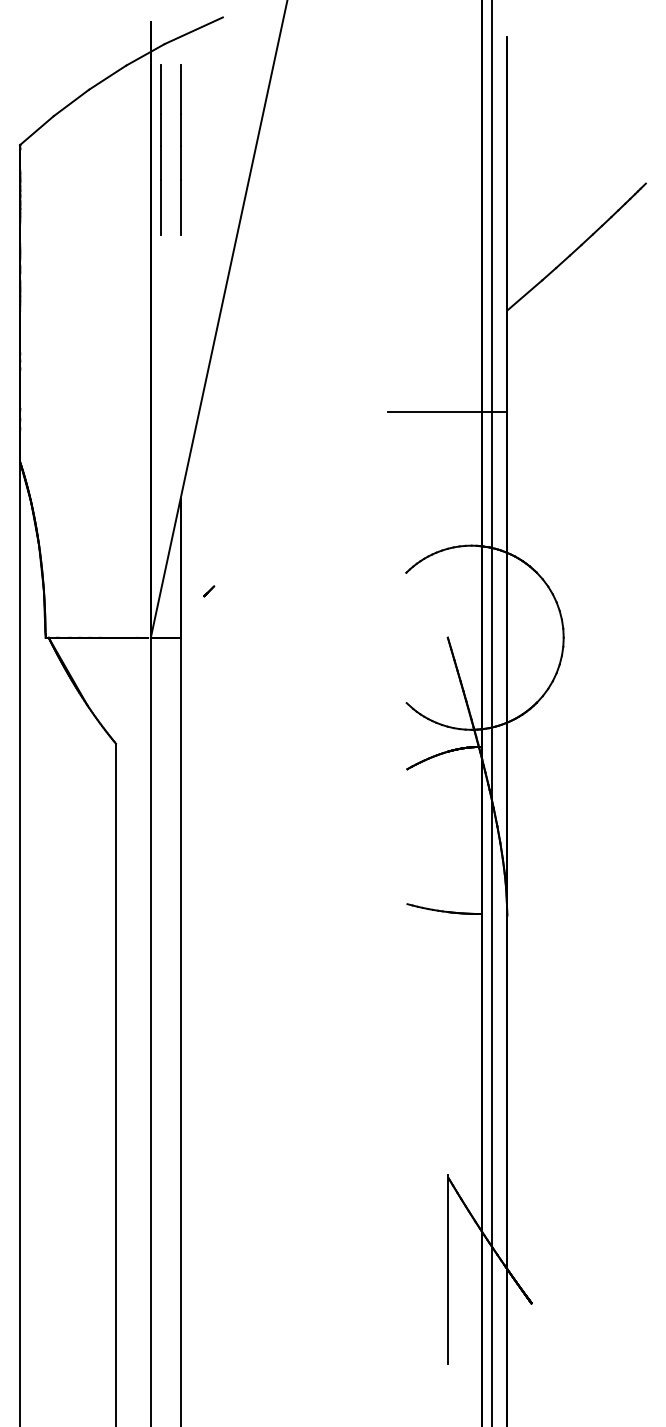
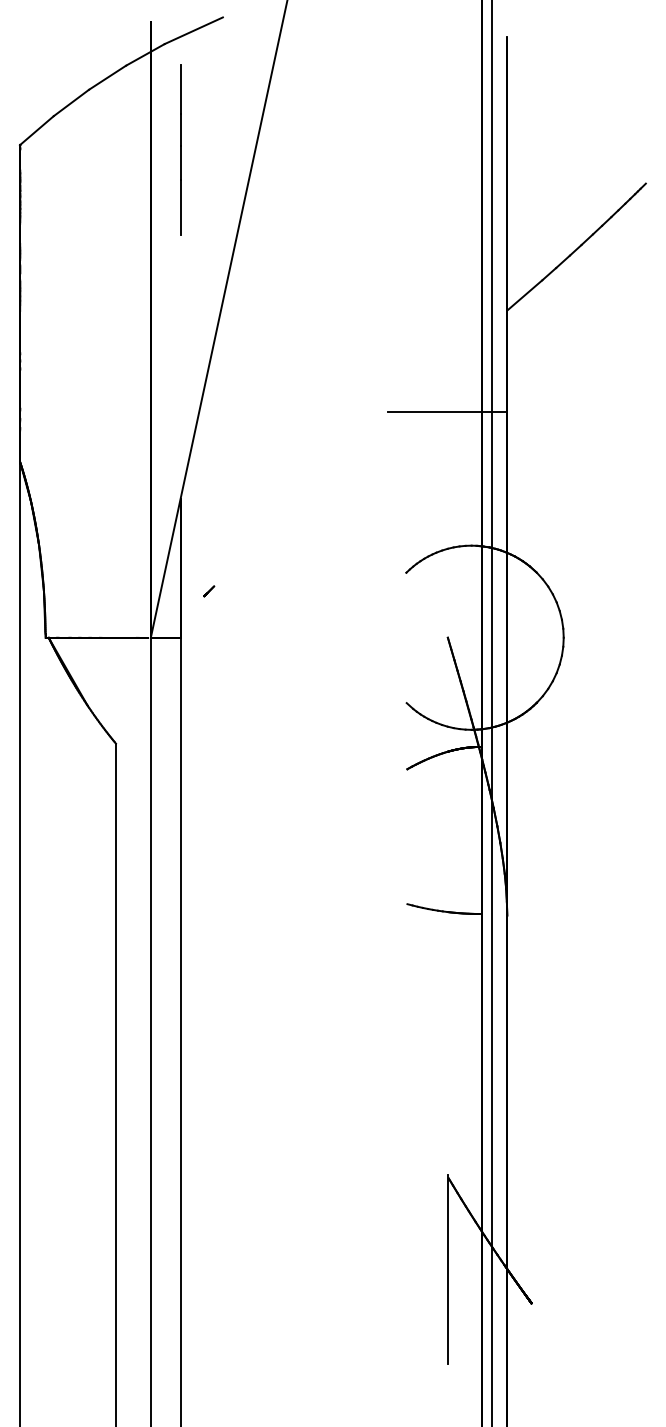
line at (160, 149): present -> none
